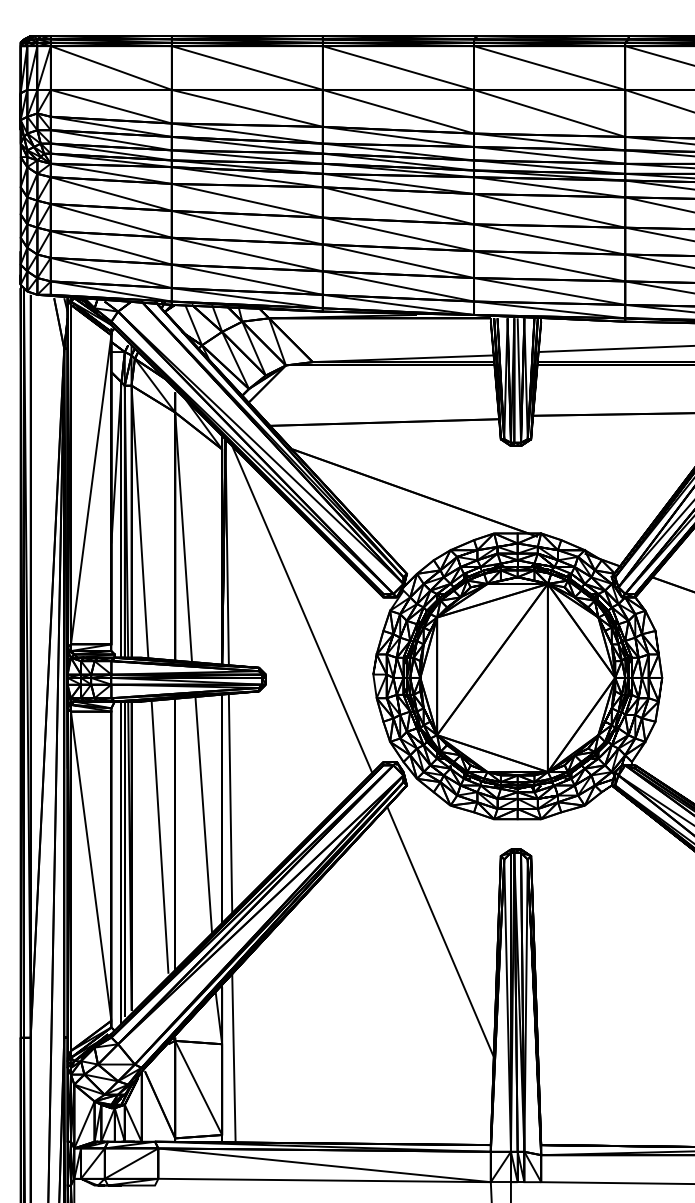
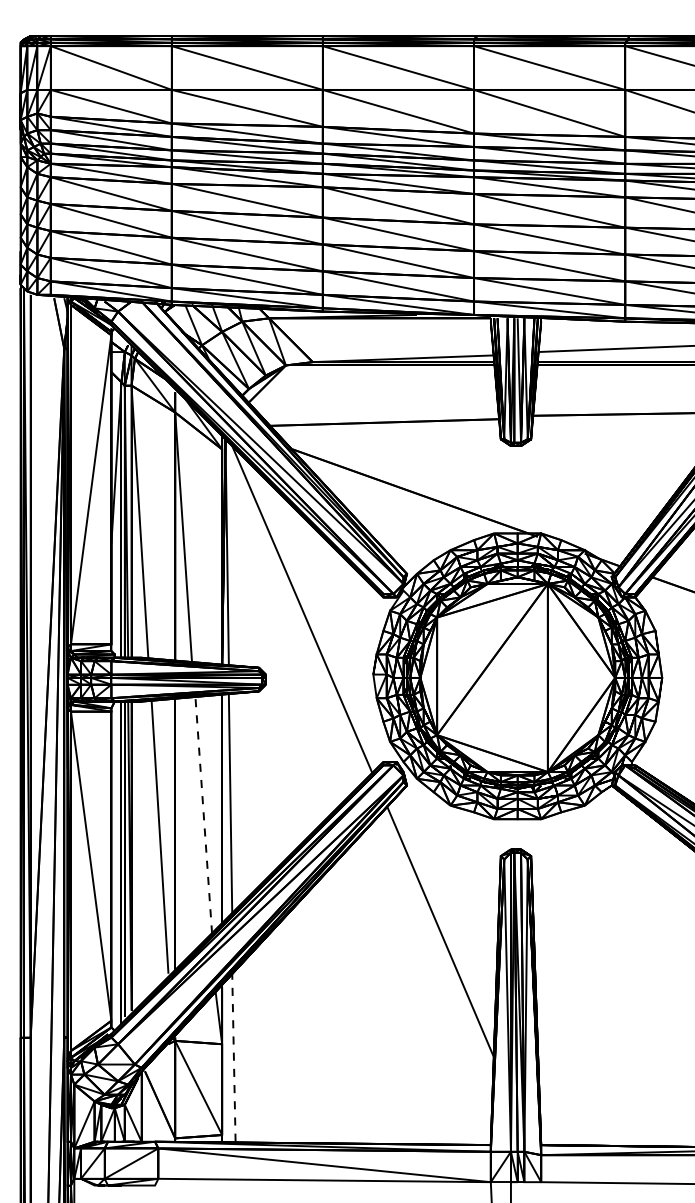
line at (203, 814): solid -> dashed
line at (233, 1057): solid -> dashed
